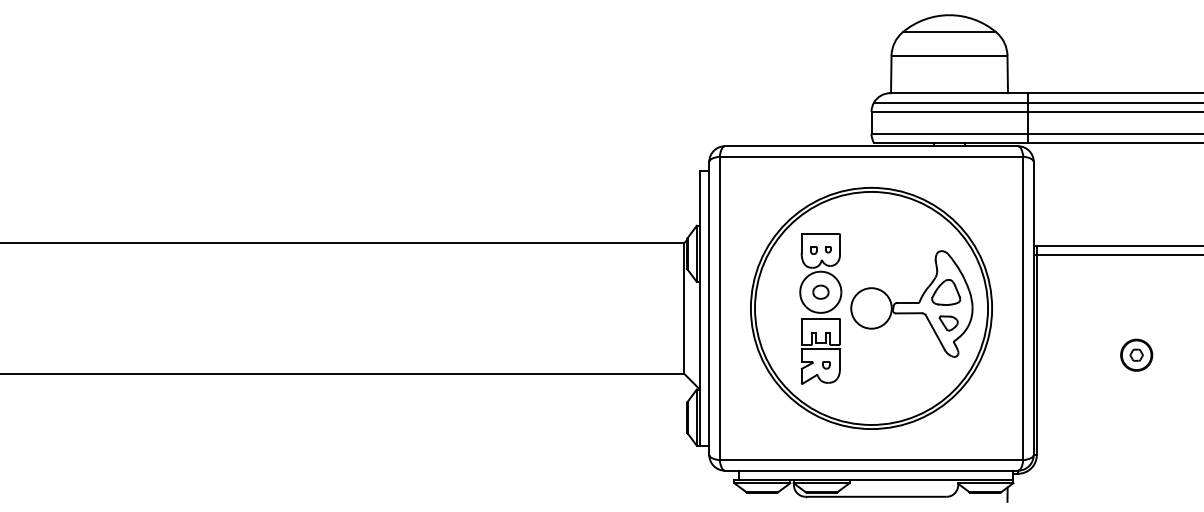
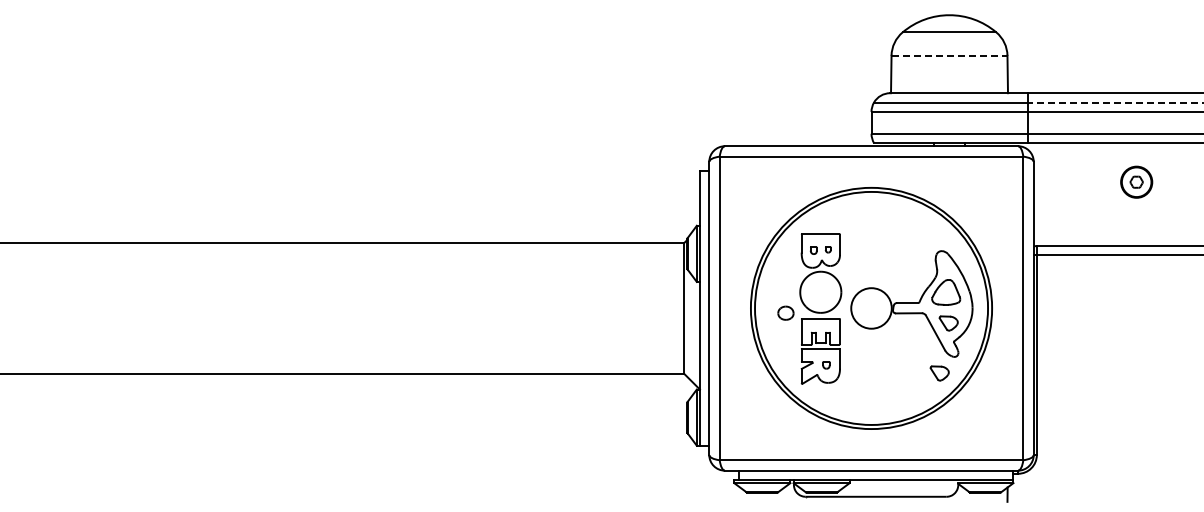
line at (949, 55): solid -> dashed
line at (1115, 102): solid -> dashed
part at (820, 291) position: (820, 291) -> (785, 312)
part at (1136, 354) position: (1136, 354) -> (1136, 181)
part at (939, 373): none -> present
